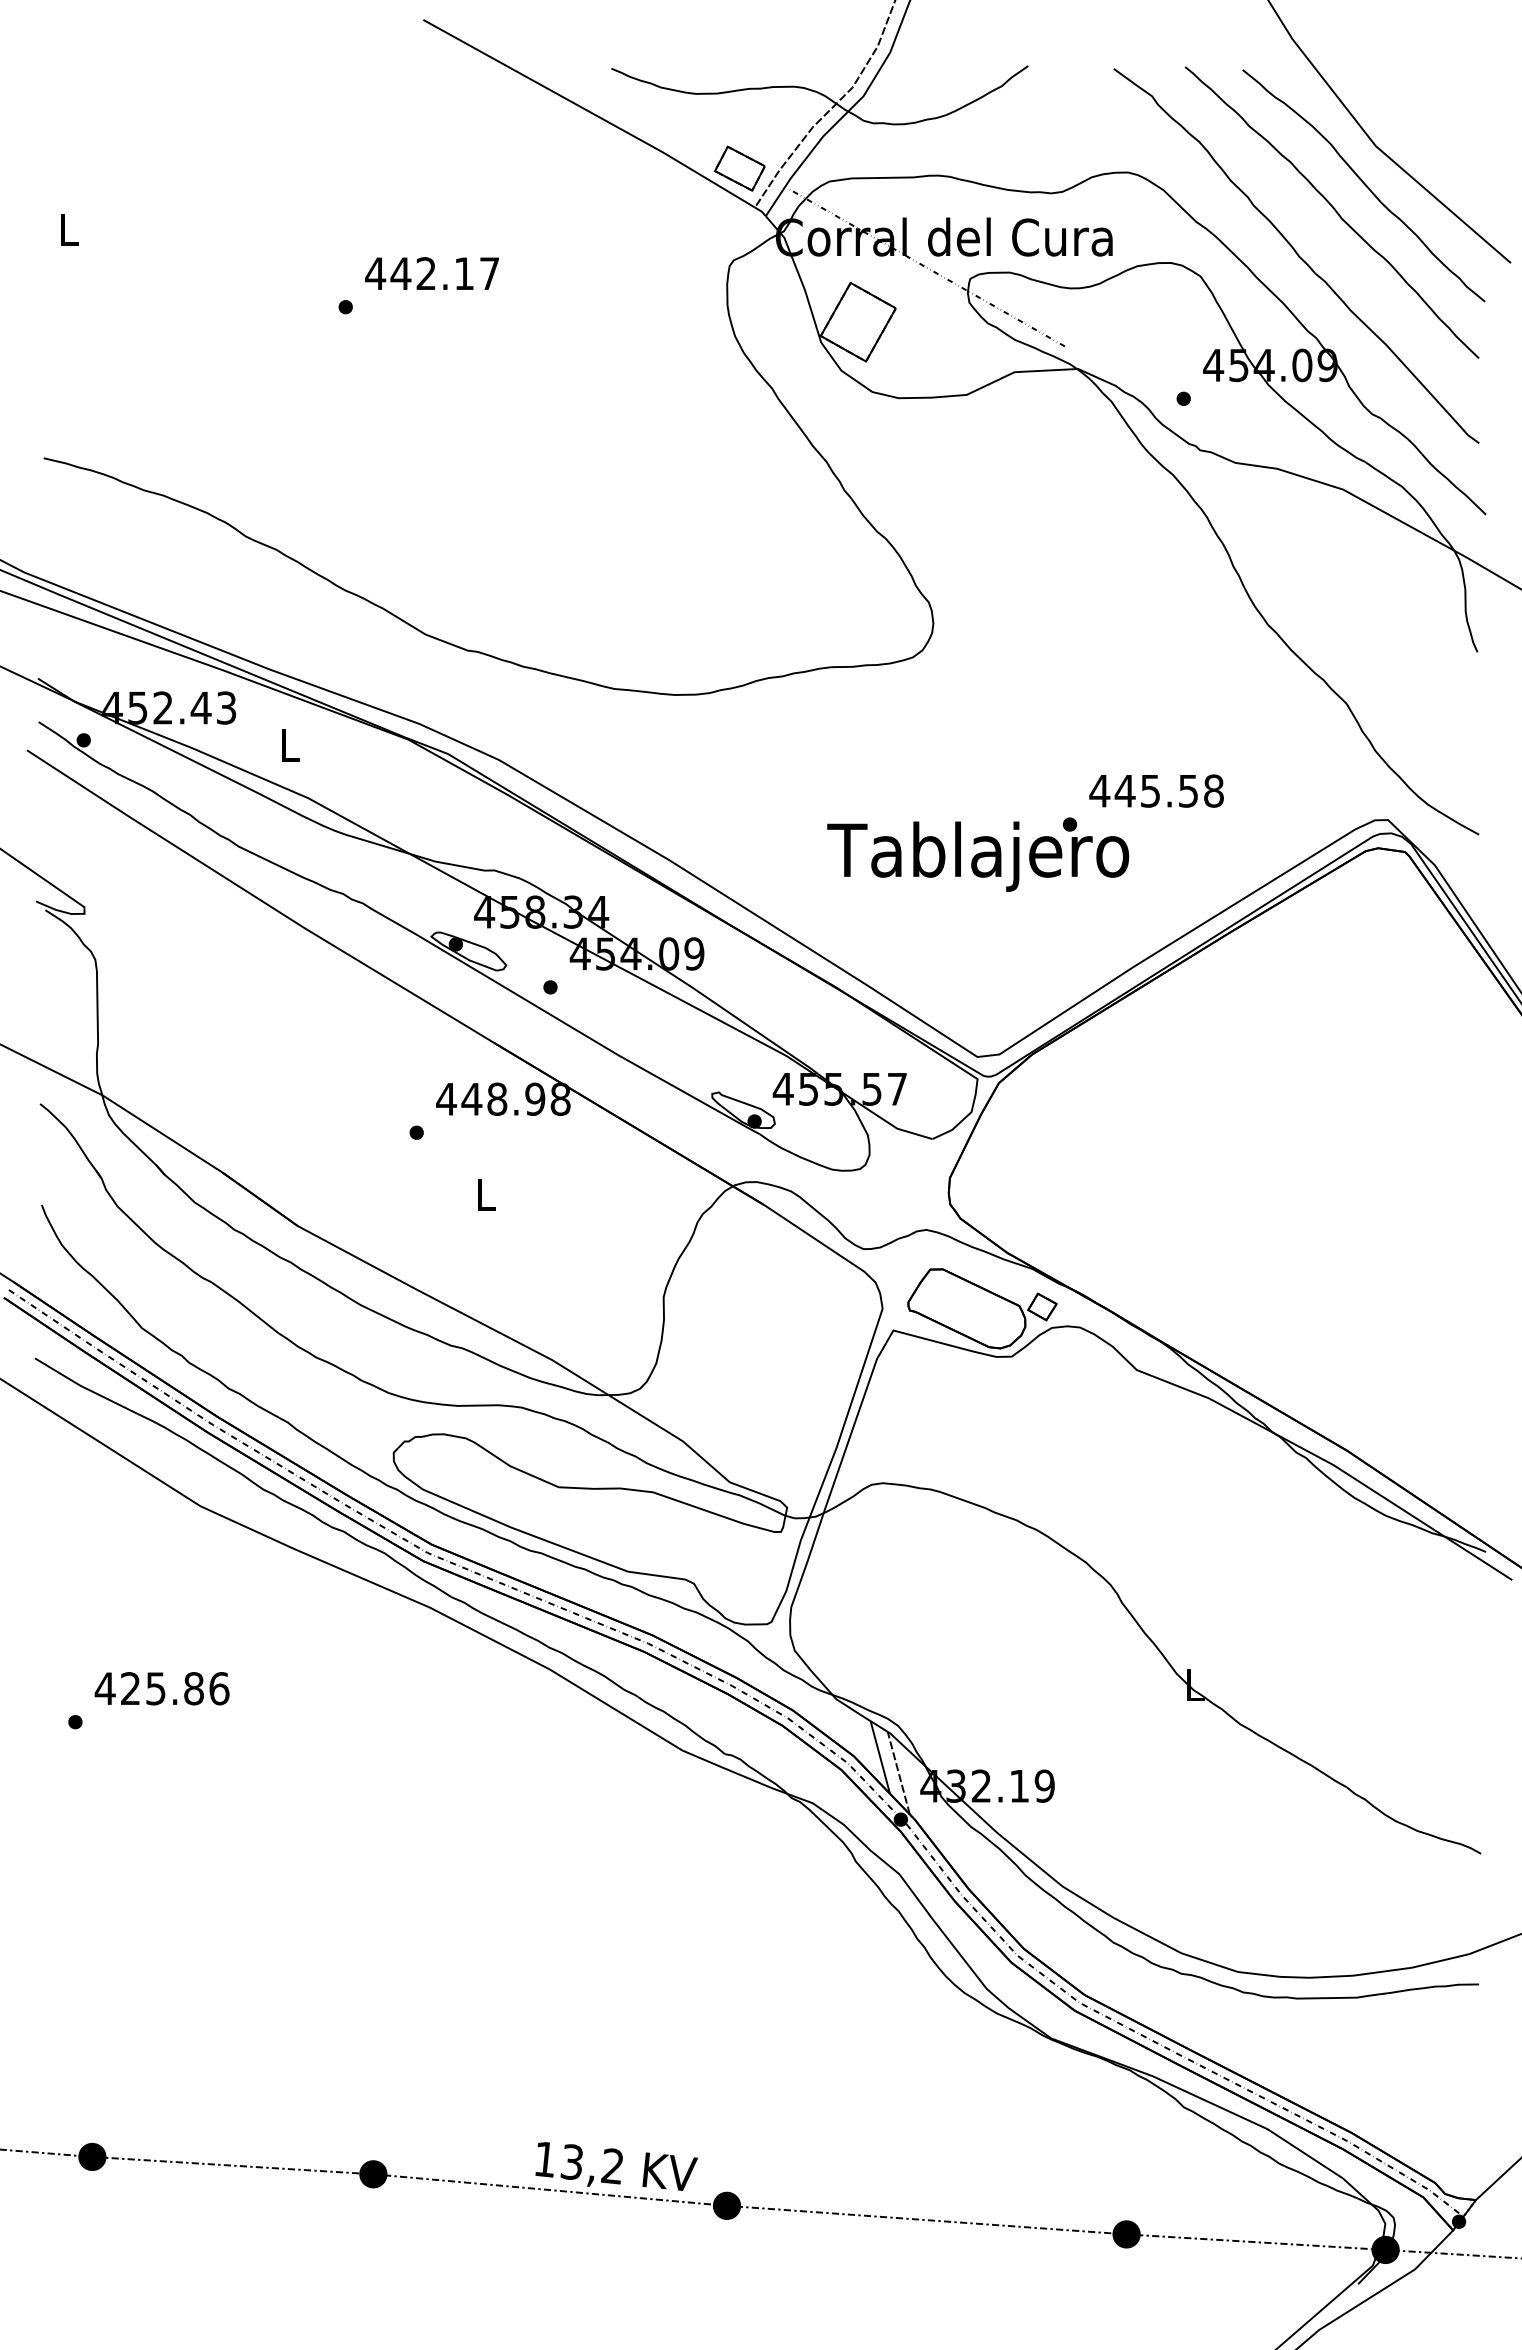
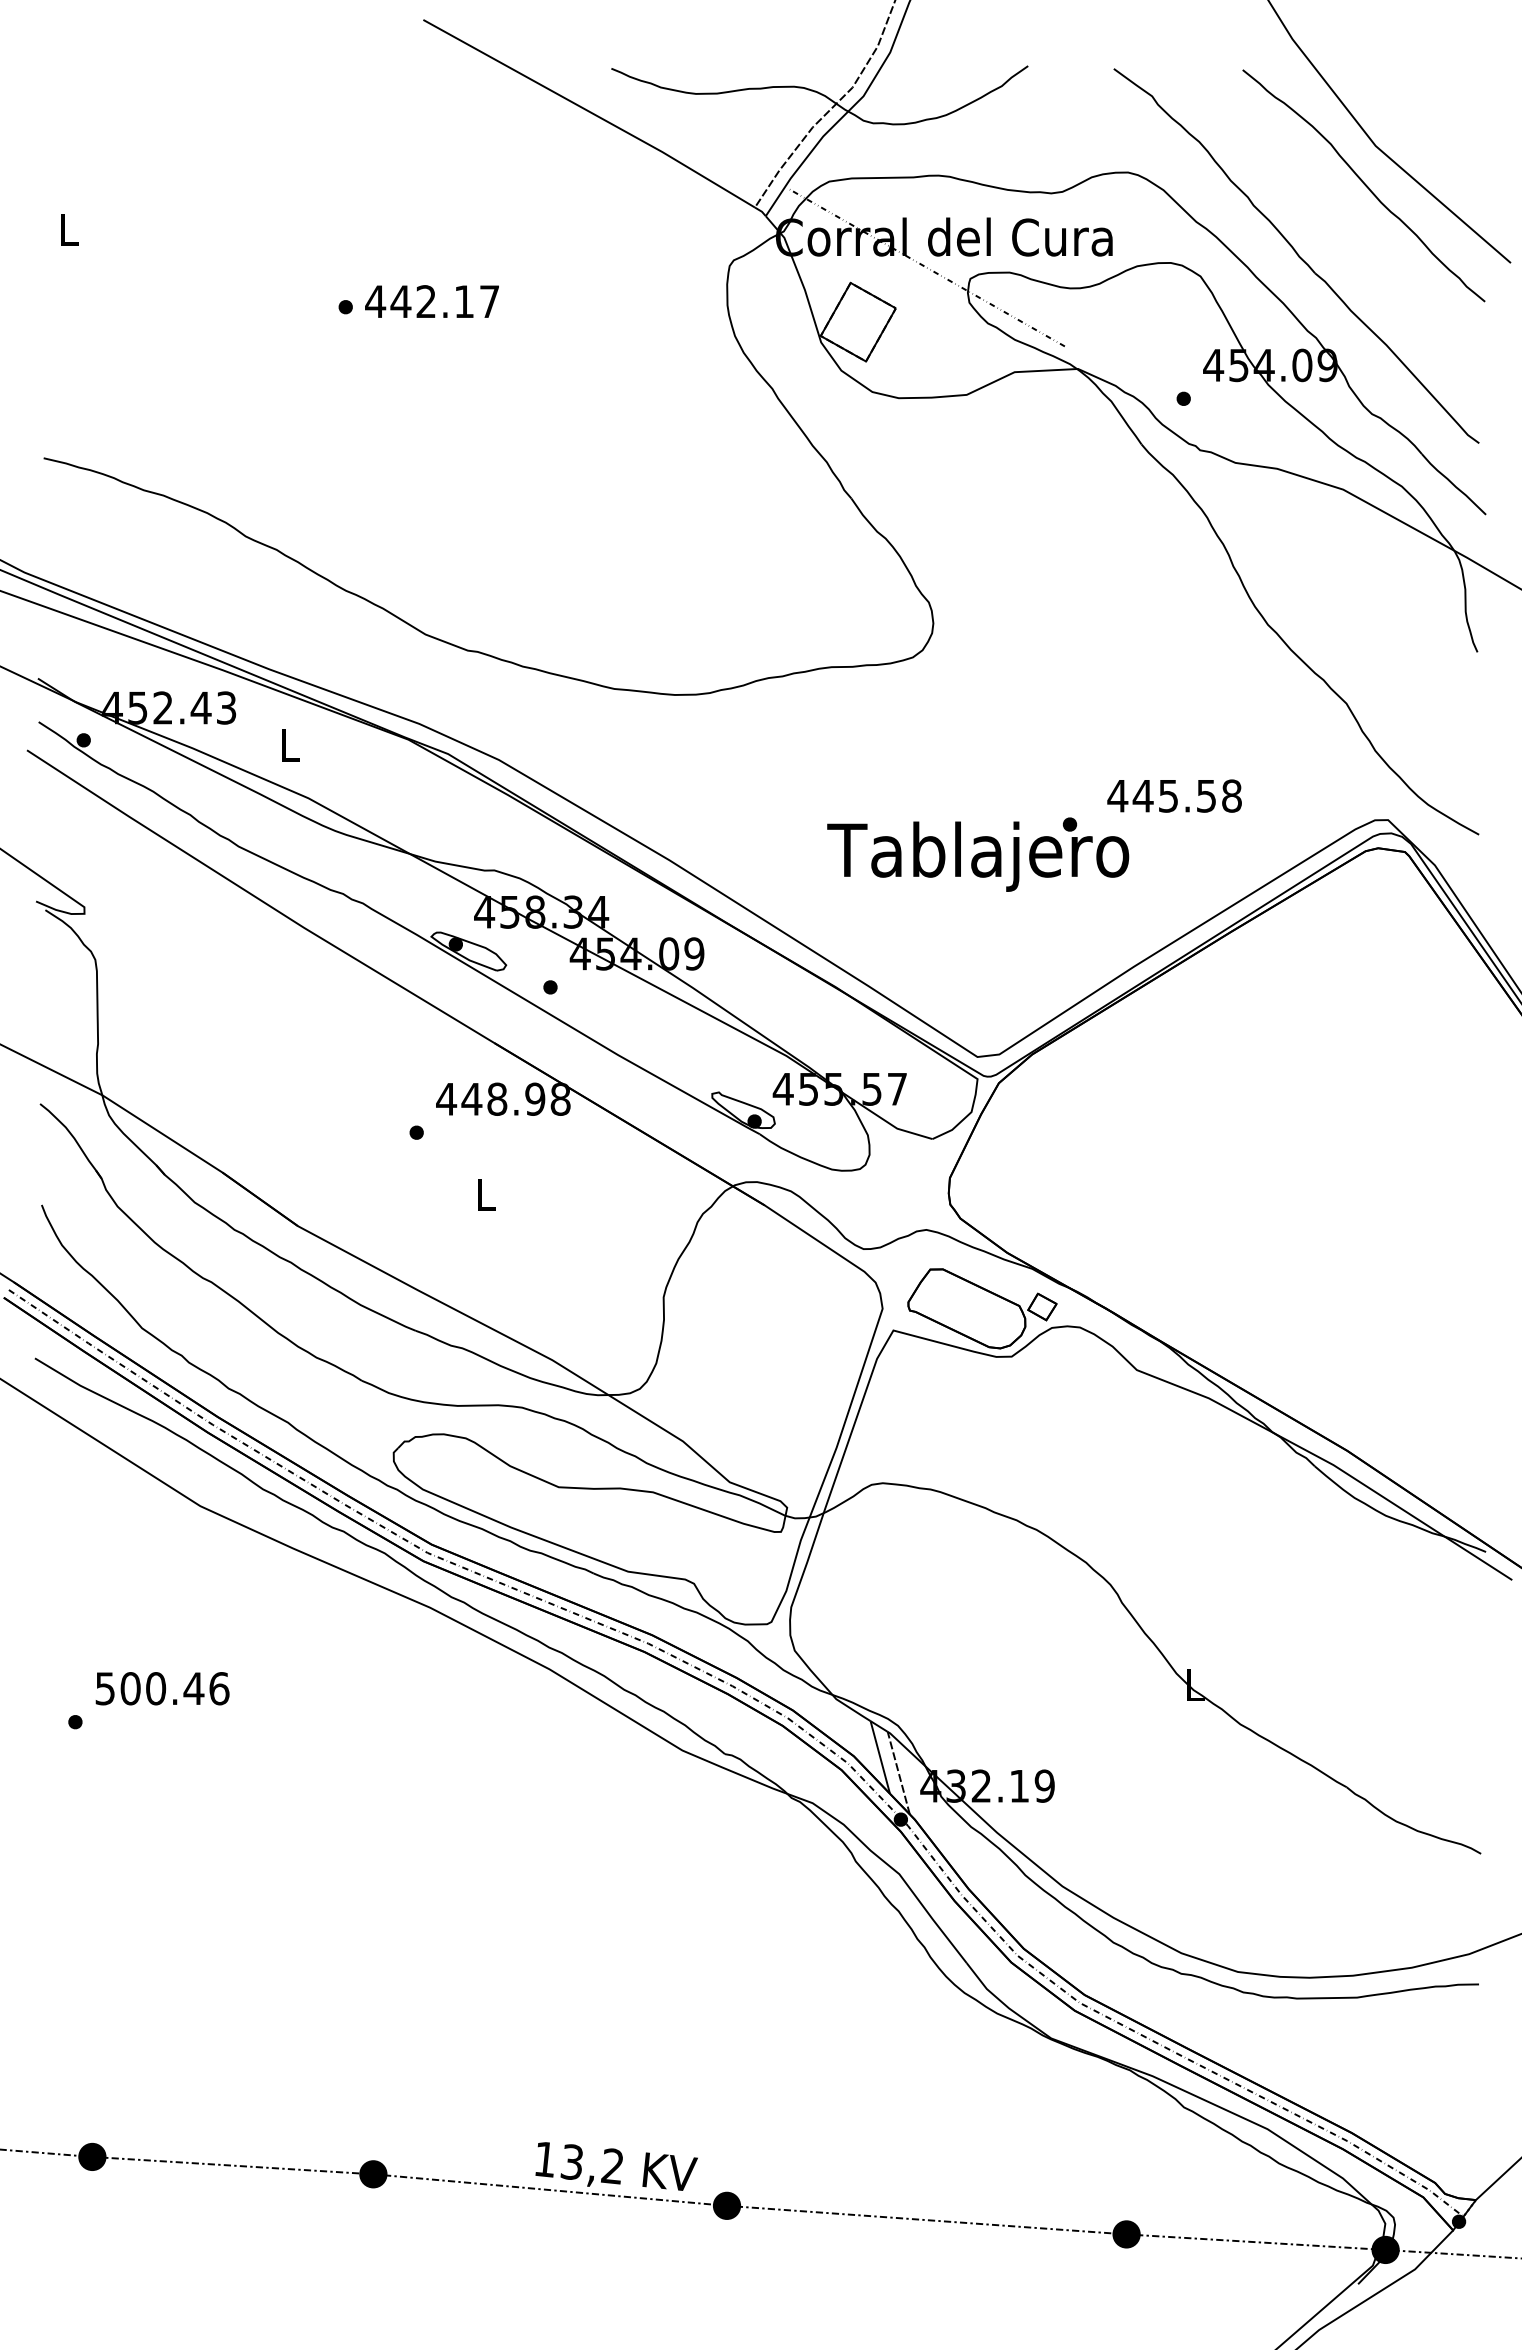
part at (739, 168): present -> none
part at (1331, 212): present -> none
text at (431, 273) position: (431, 273) -> (431, 301)
text at (1156, 790) position: (1156, 790) -> (1174, 795)
text at (149, 1688): 425.86 -> 500.46
